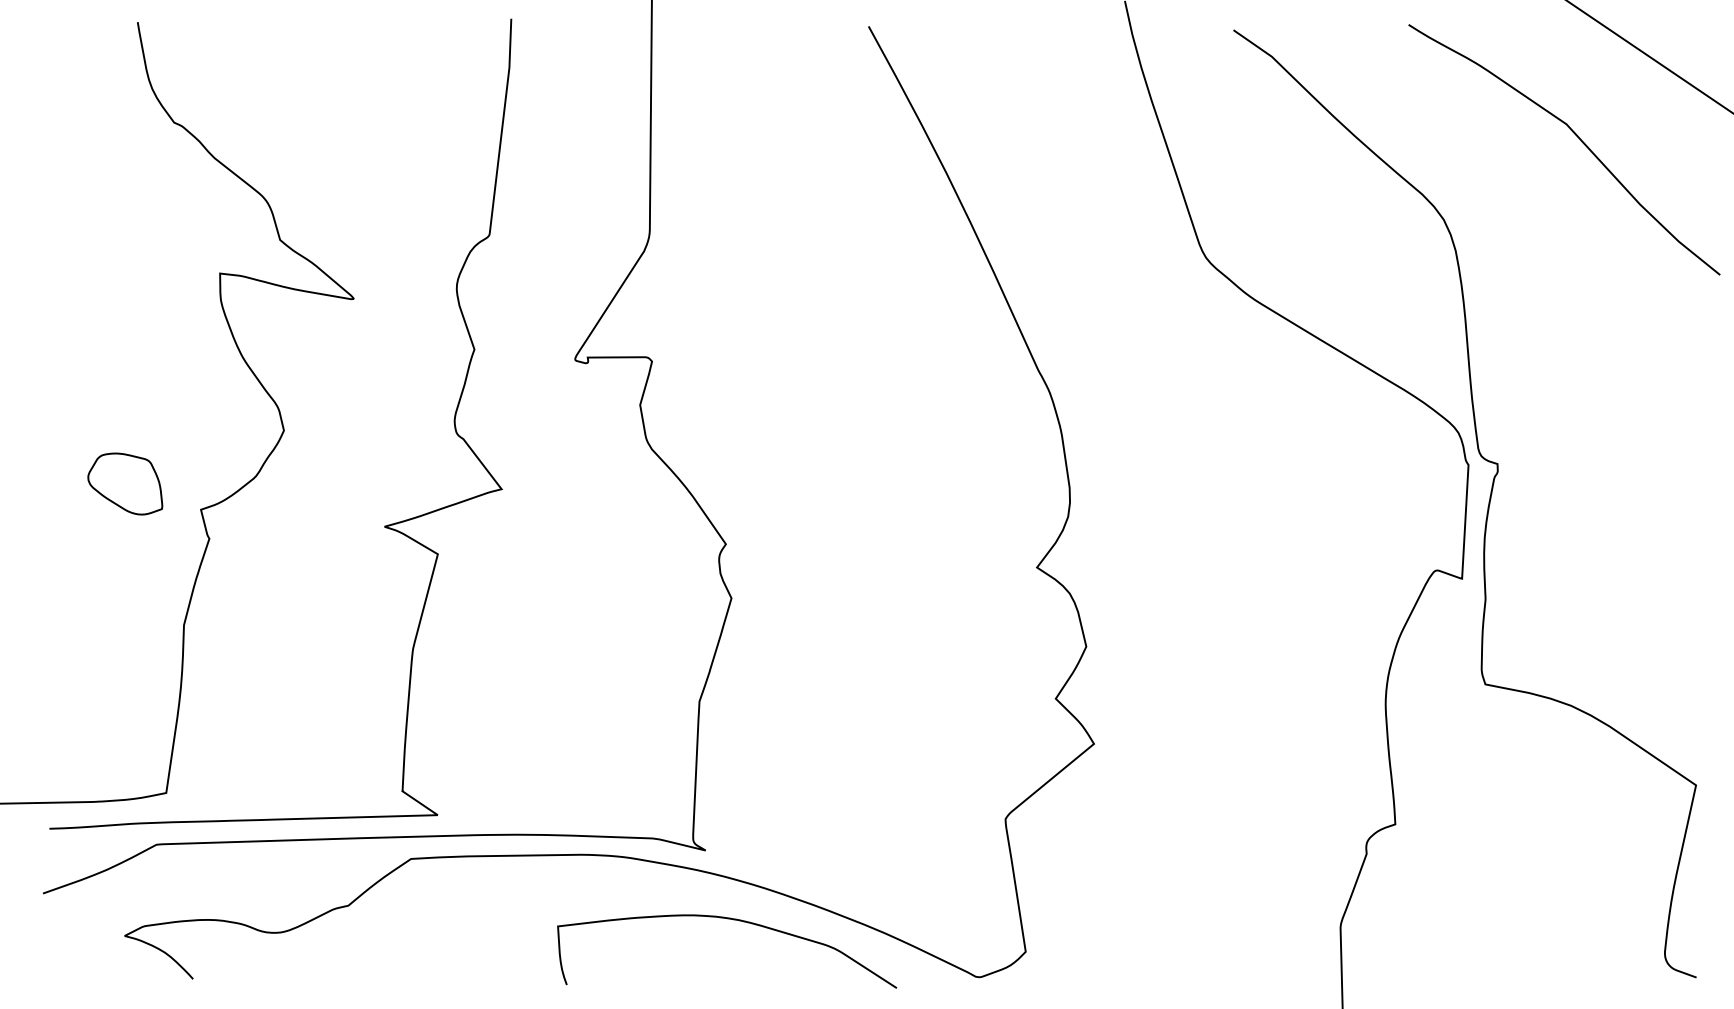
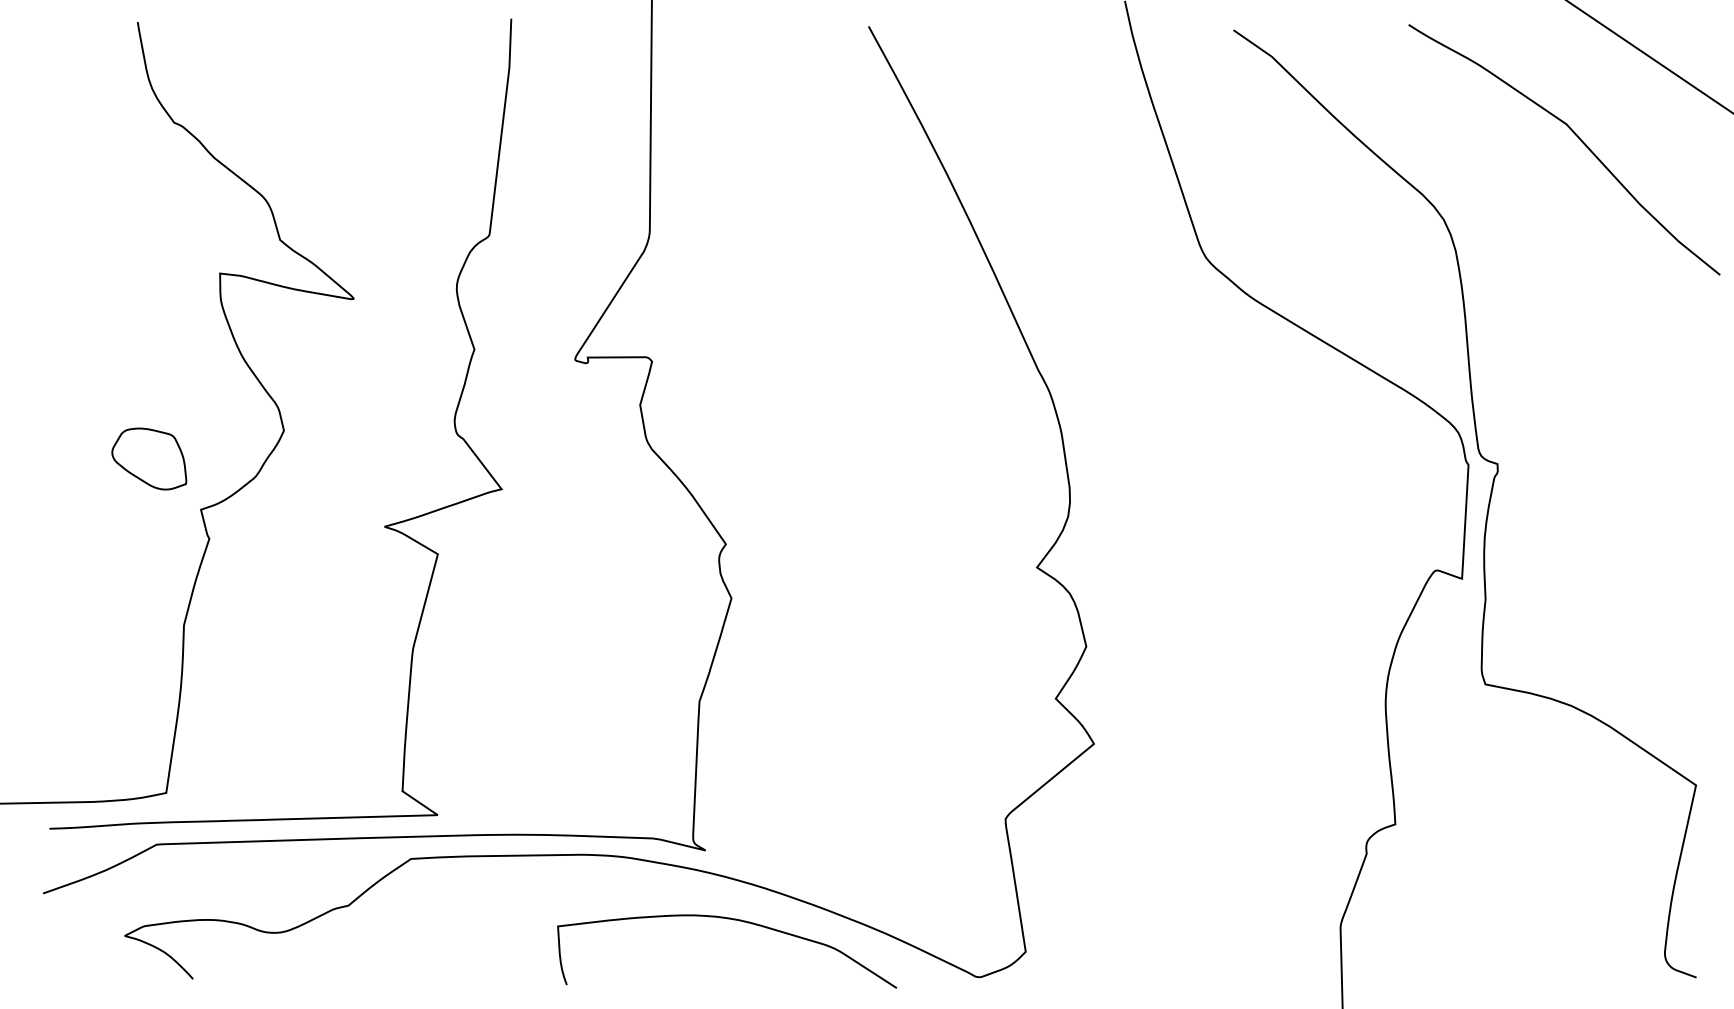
part at (125, 483) position: (125, 483) -> (149, 458)
